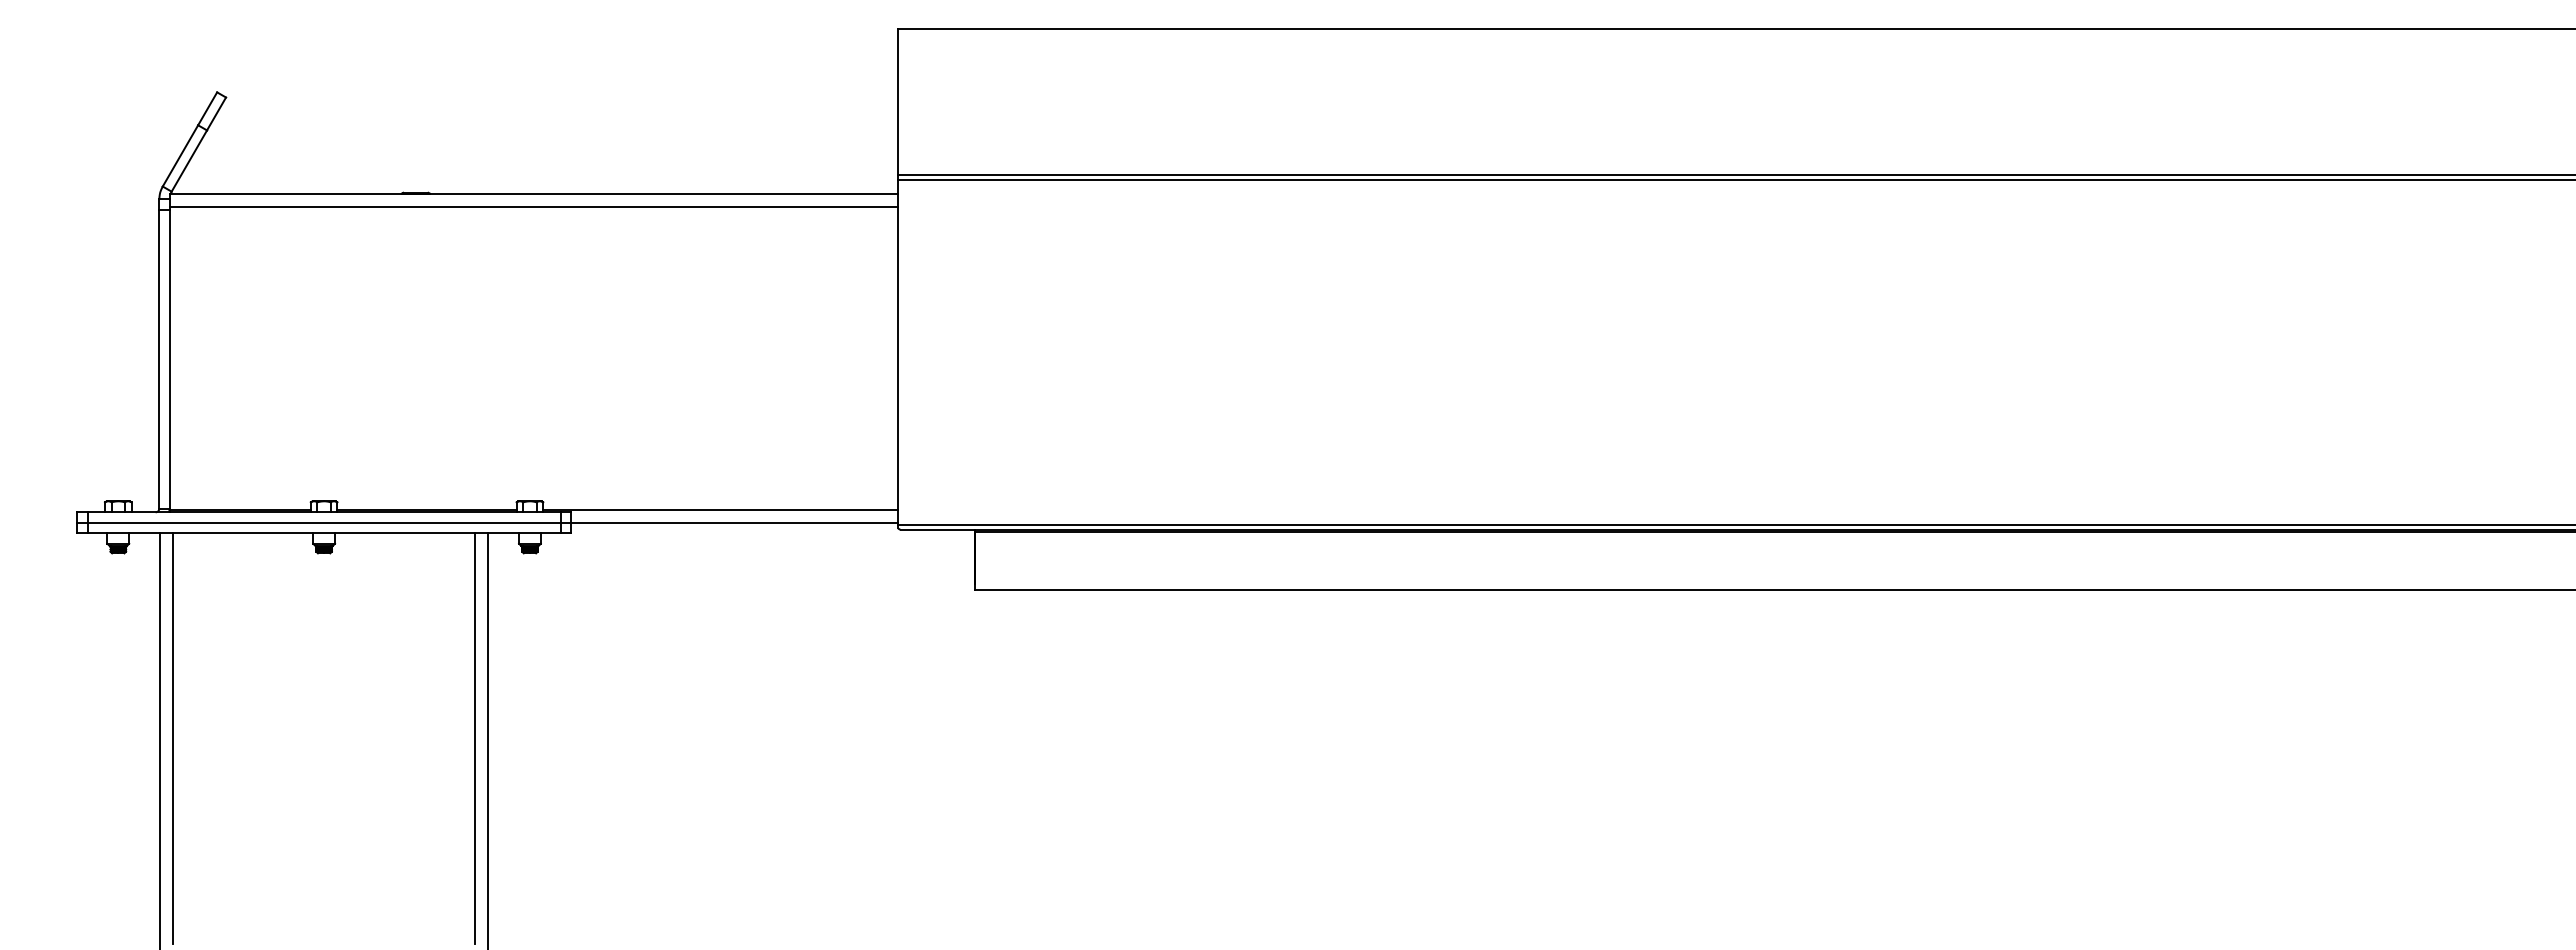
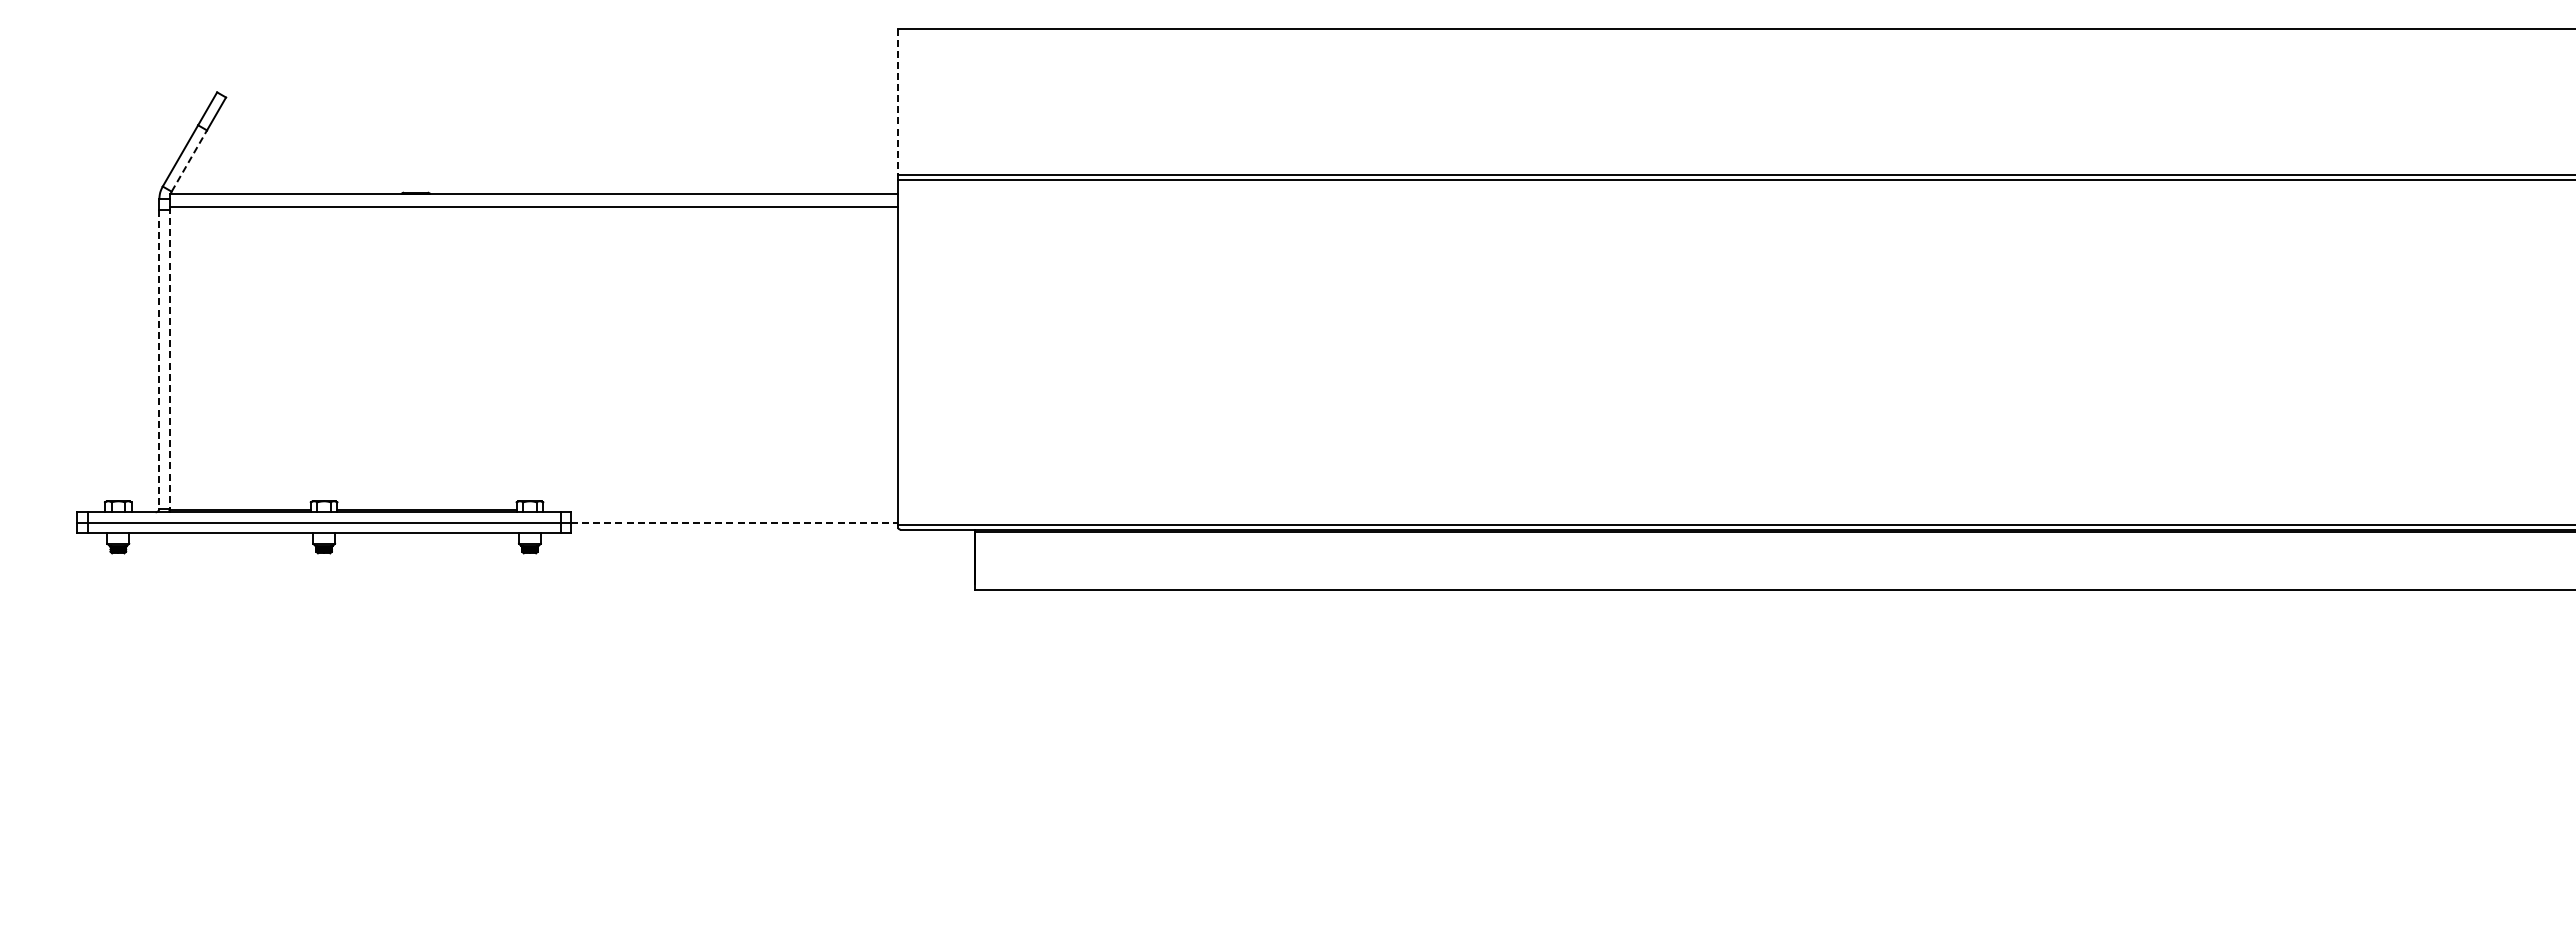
line at (898, 102): solid -> dashed
line at (189, 160): solid -> dashed
line at (169, 358): solid -> dashed
line at (159, 359): solid -> dashed
line at (720, 509): present -> none
line at (734, 522): solid -> dashed
line at (172, 737): present -> none
line at (475, 737): present -> none
line at (159, 739): present -> none
line at (488, 739): present -> none
